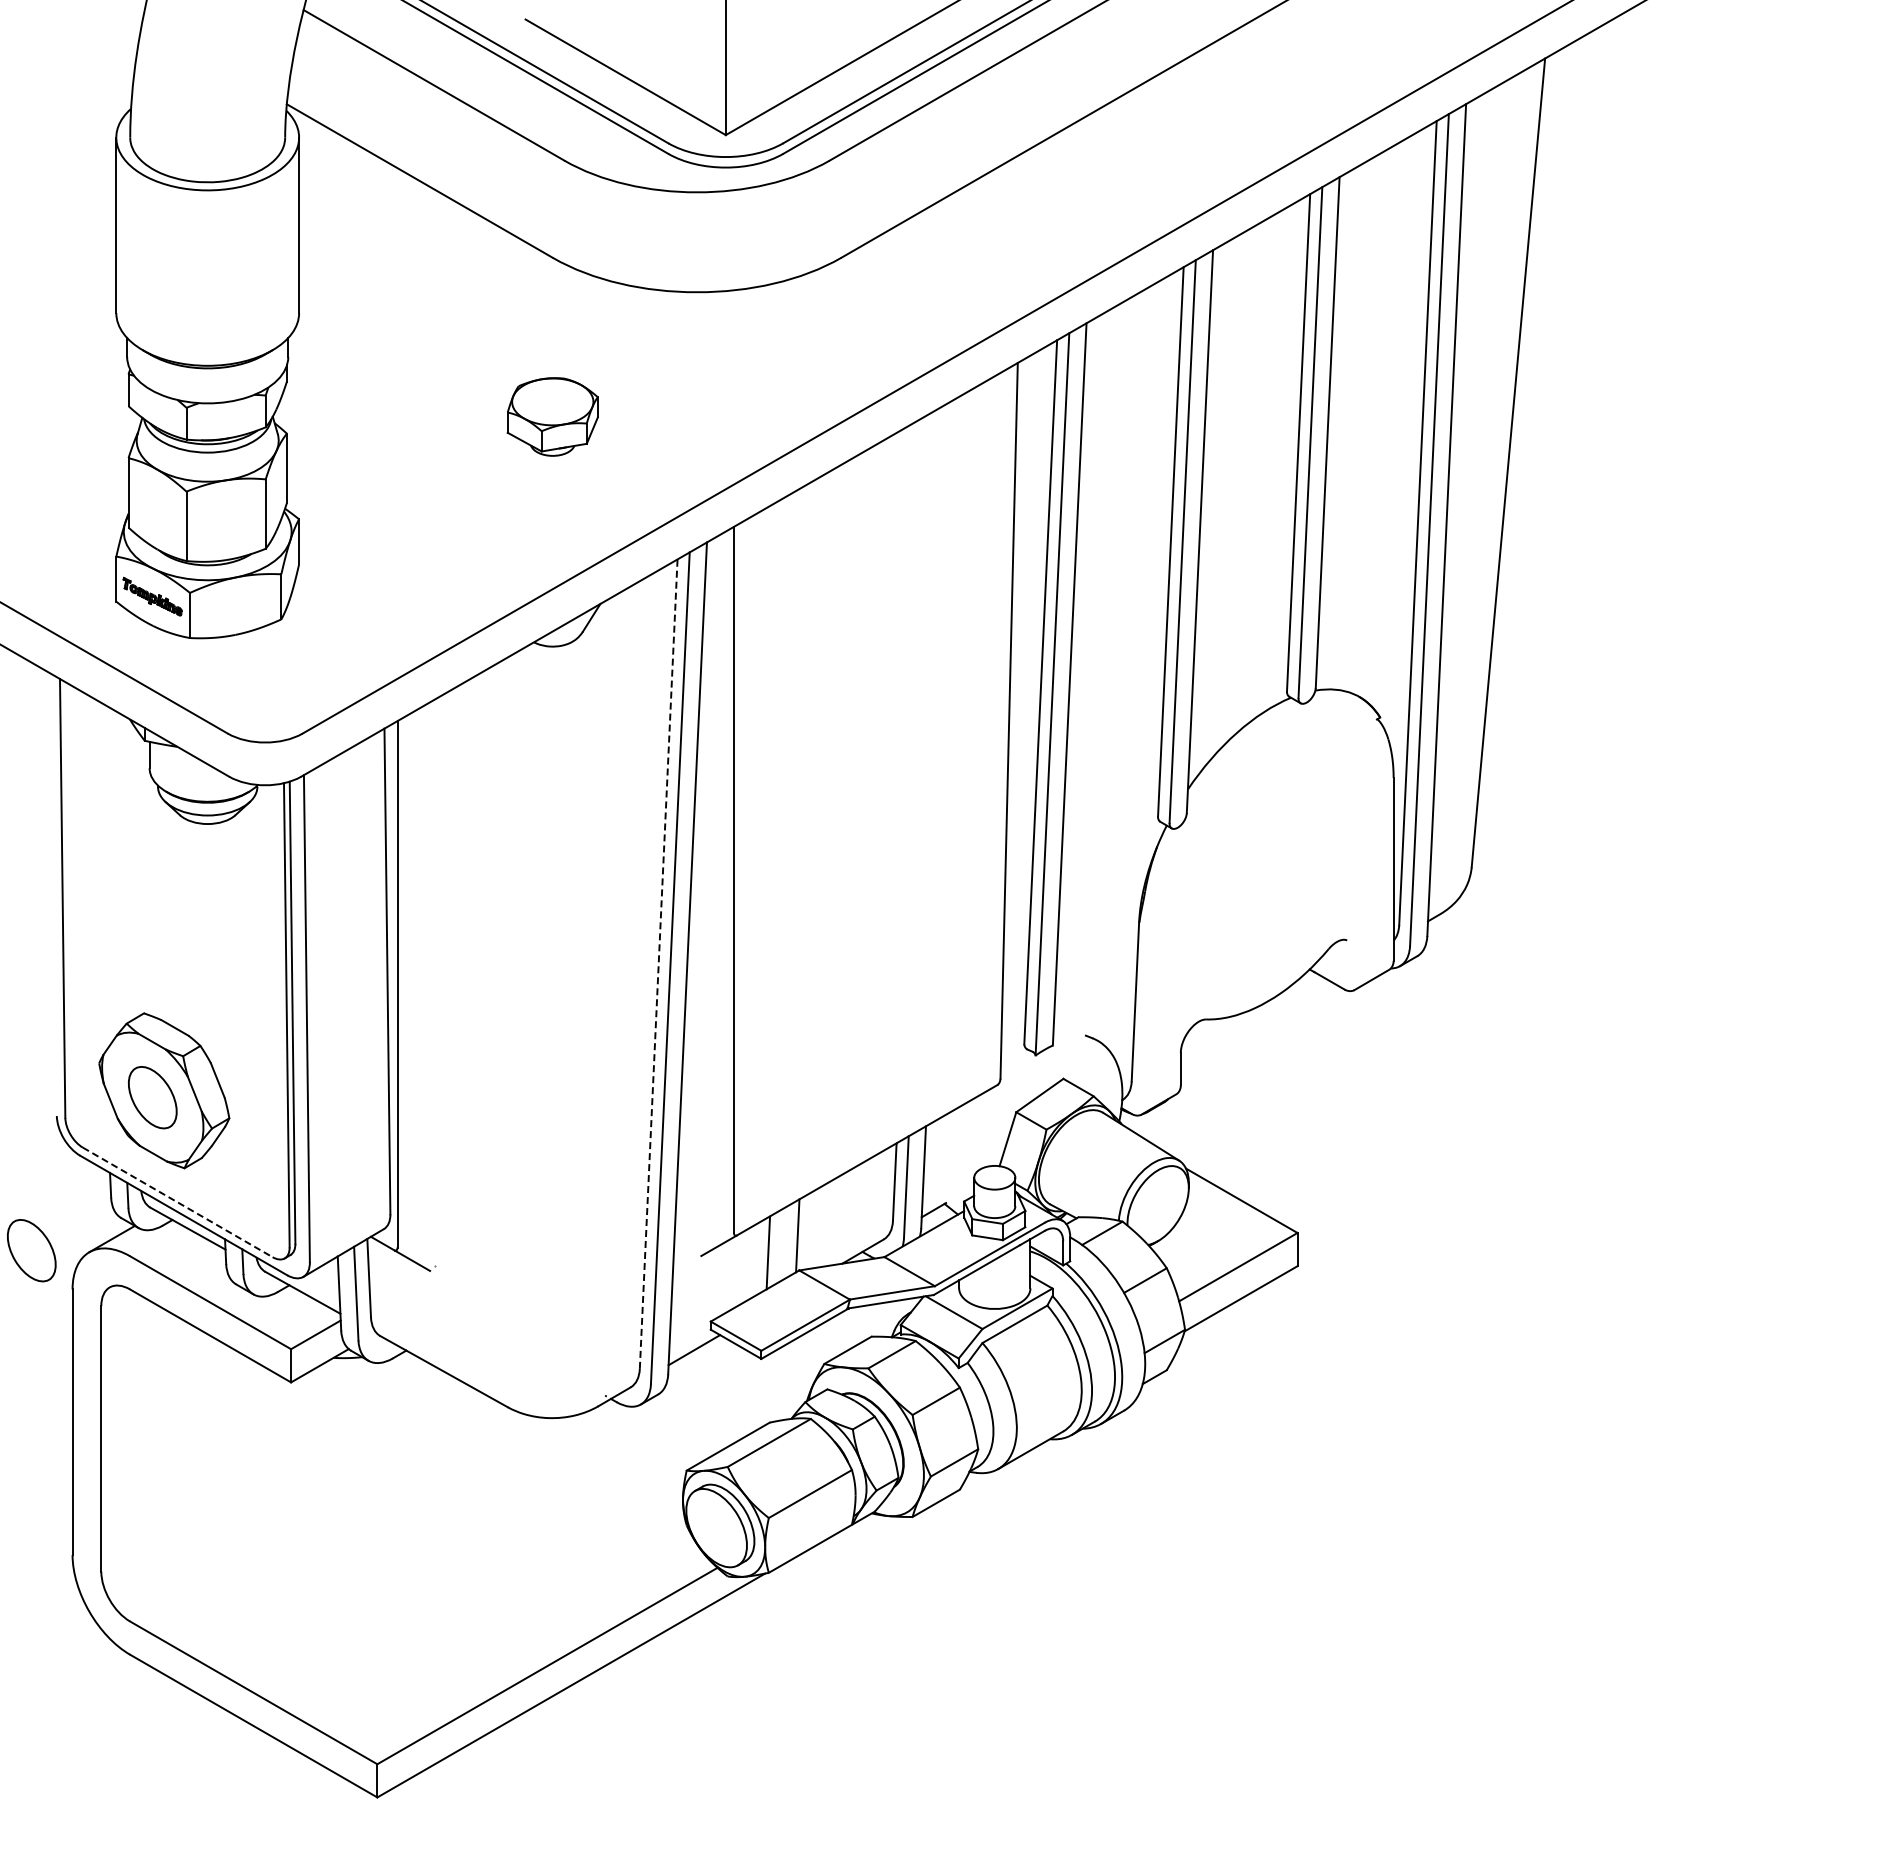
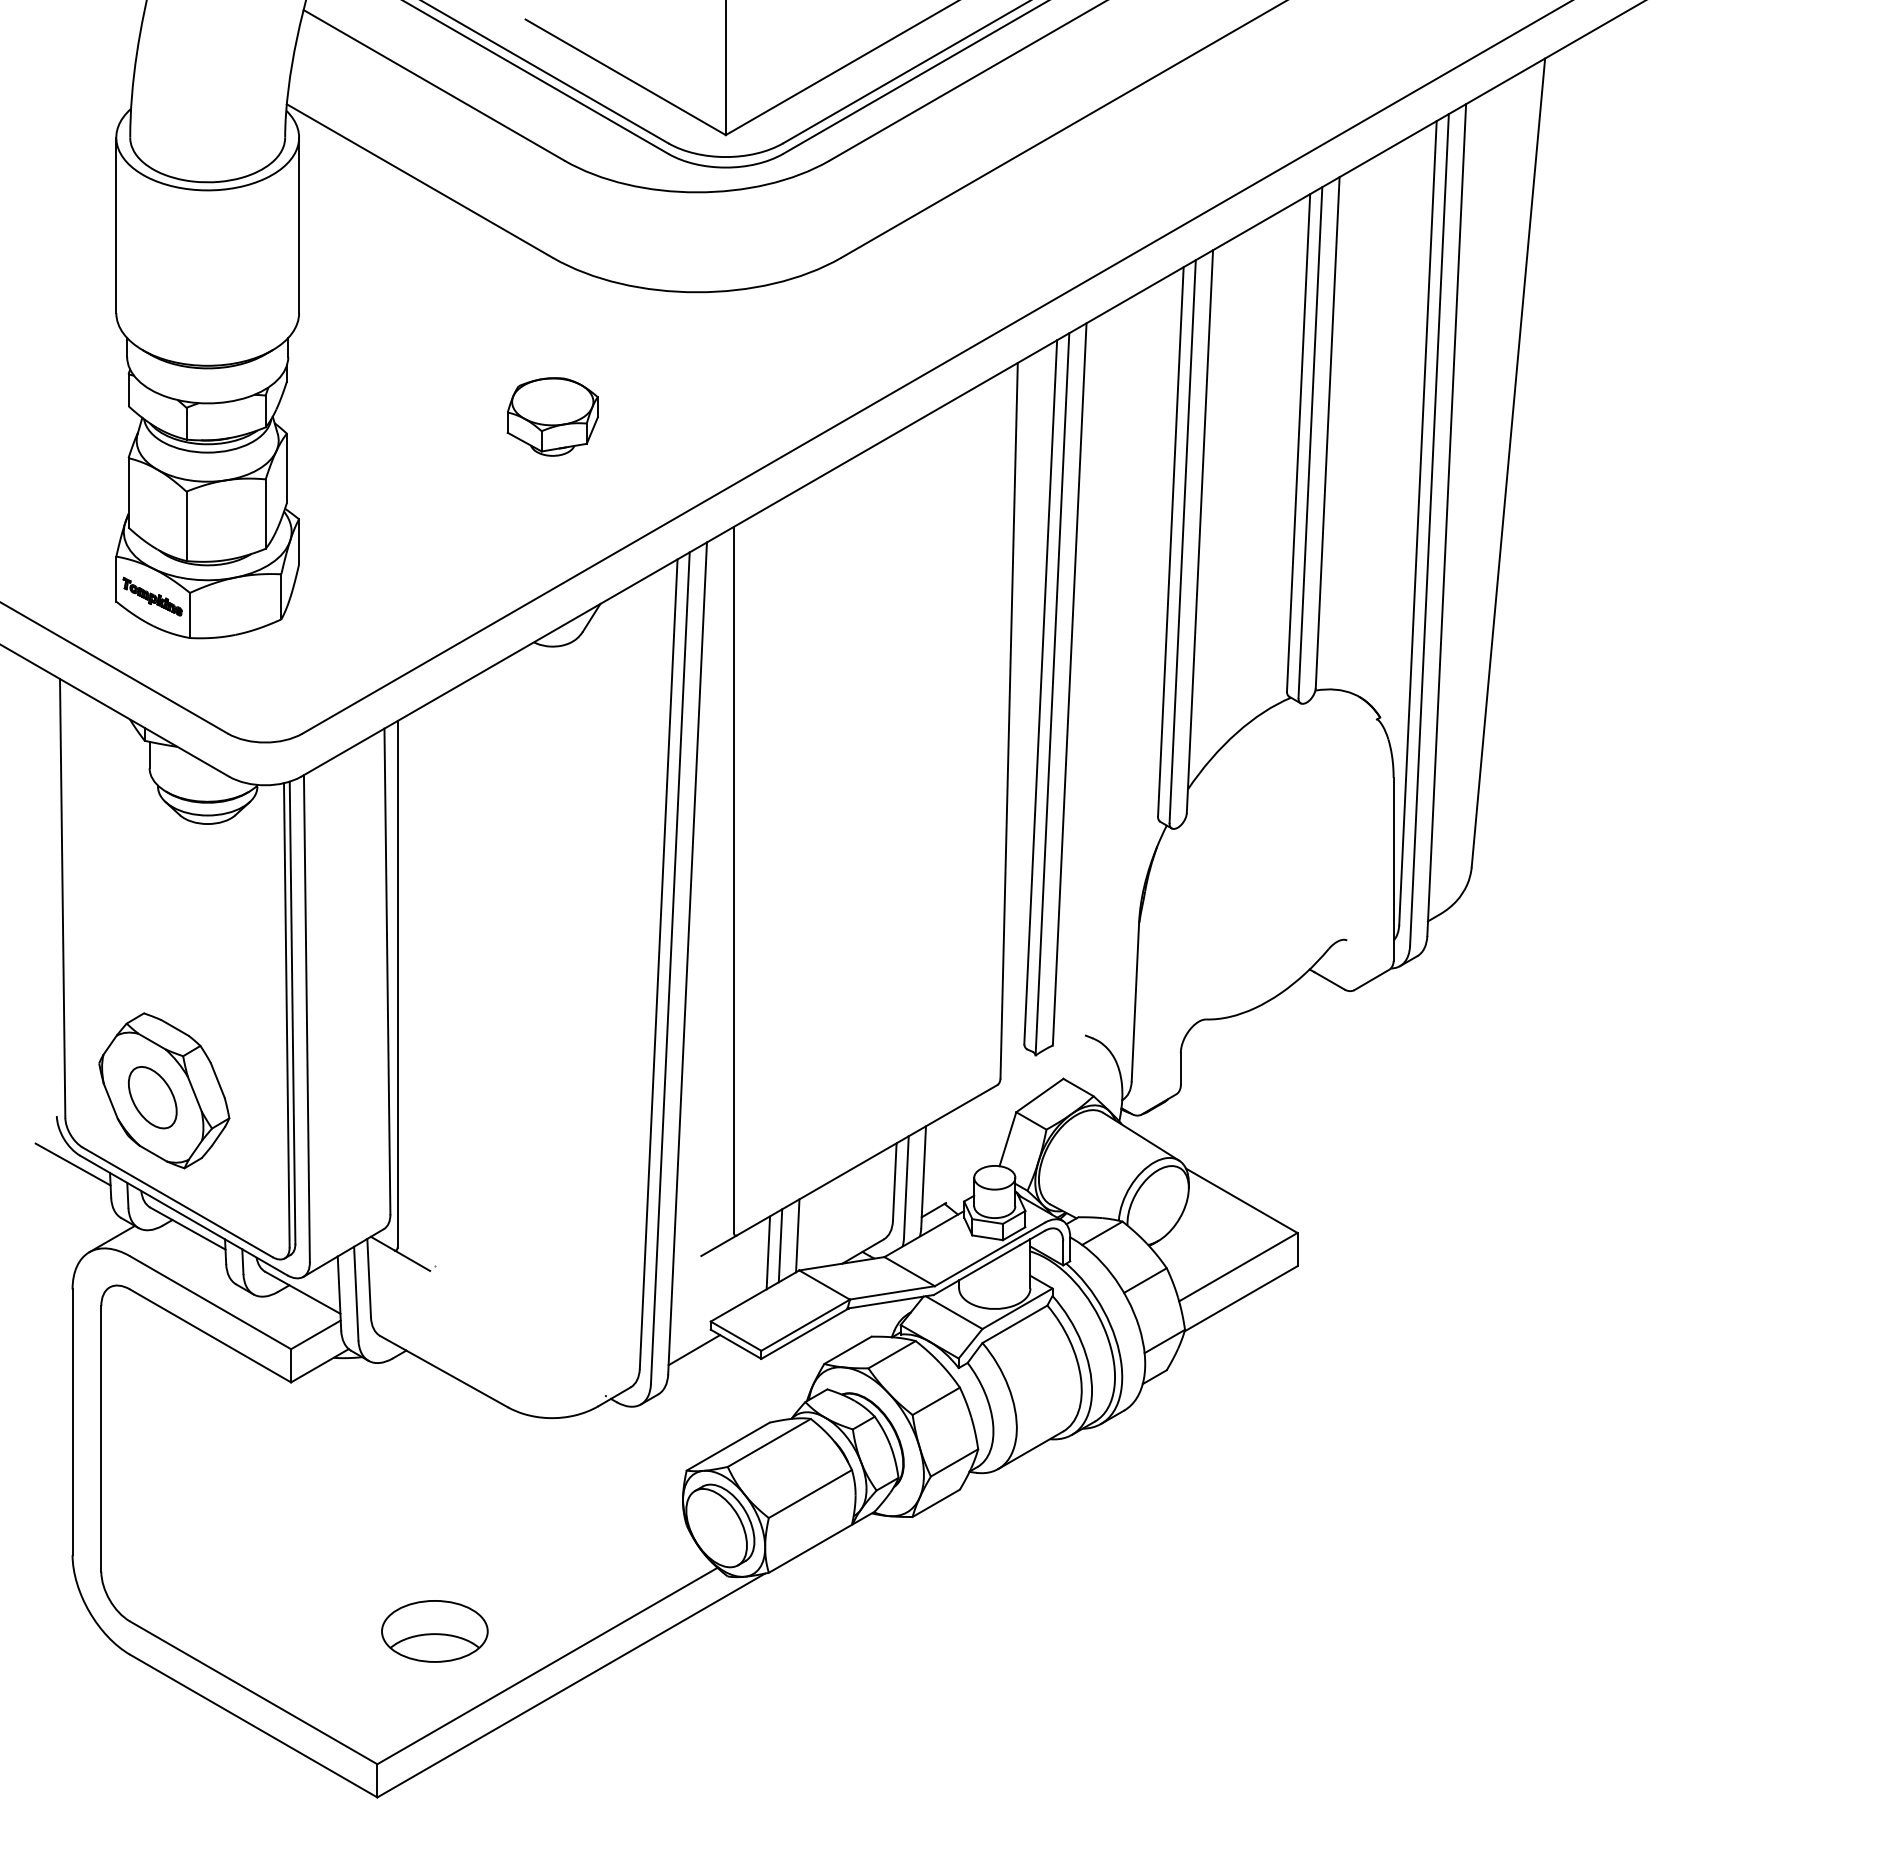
line at (658, 963): dashed -> solid
line at (72, 1164): none -> present
line at (177, 1202): dashed -> solid
line at (780, 1245): none -> present
part at (31, 1250): present -> none
part at (434, 1631): none -> present
